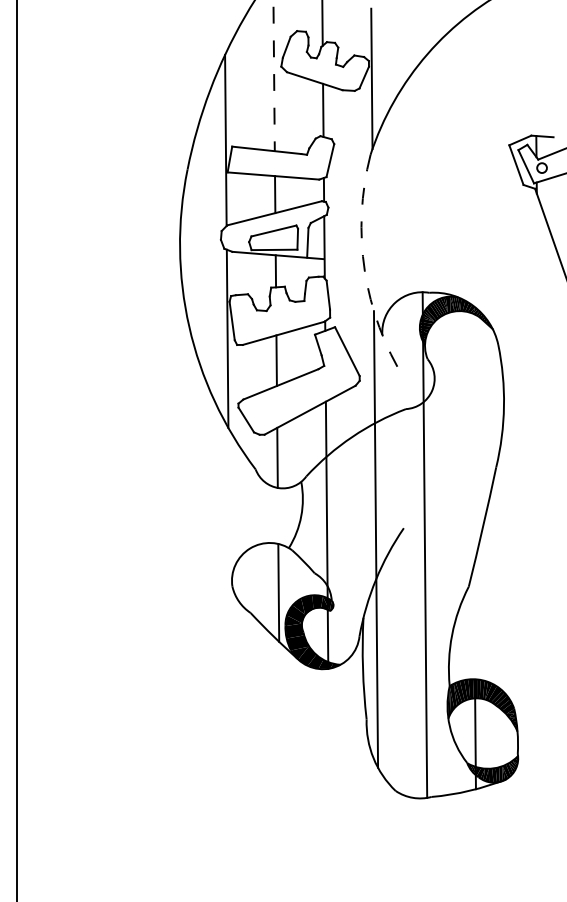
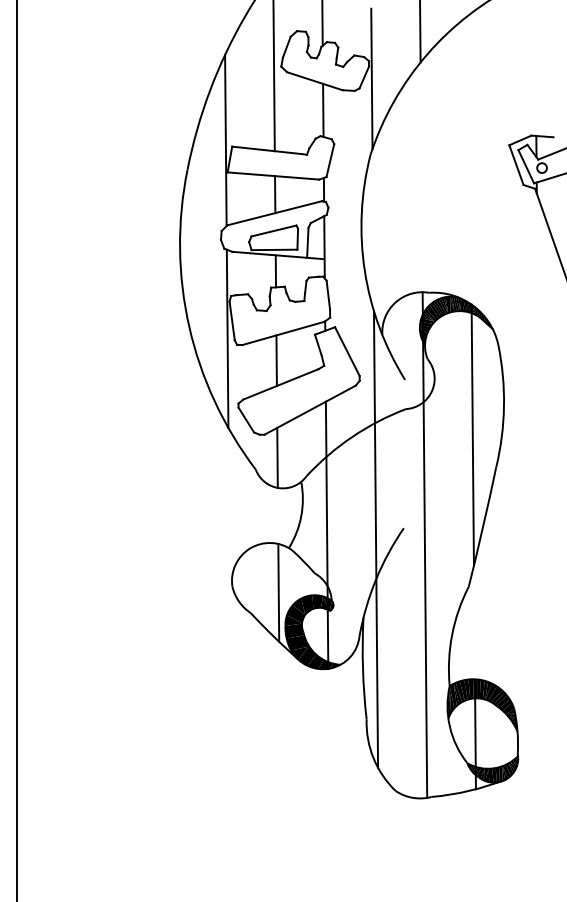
line at (420, 32): none -> present
line at (274, 75): dashed -> solid
arc at (364, 270): dashed -> solid
line at (472, 434): none -> present
